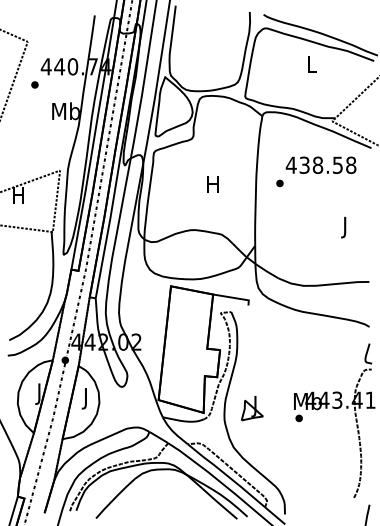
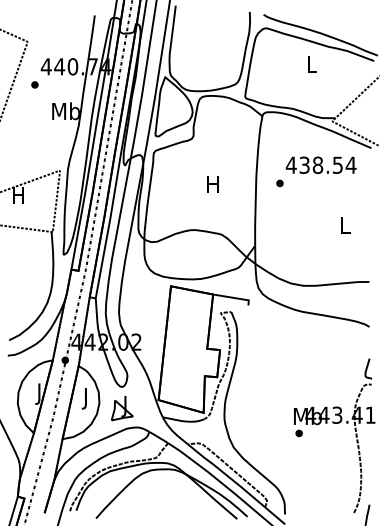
text at (350, 164): 438.58 -> 438.54
text at (345, 227): J -> L
part at (252, 408) position: (252, 408) -> (122, 408)
part at (334, 408) position: (334, 408) -> (334, 423)
